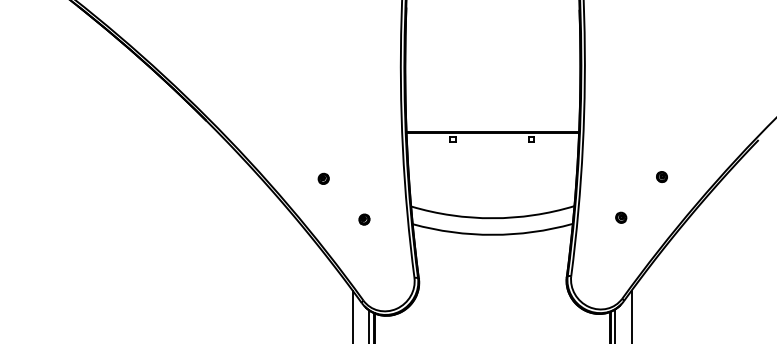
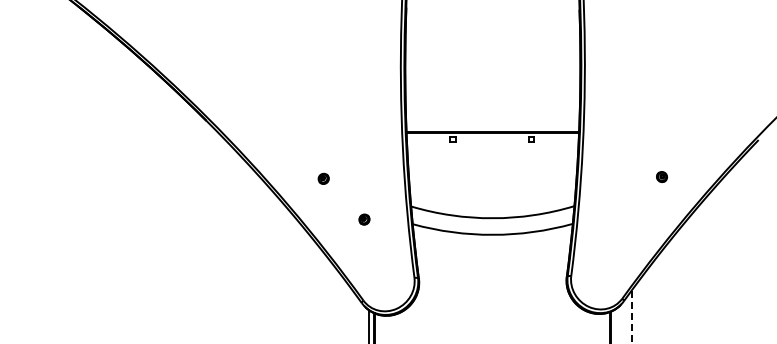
part at (621, 217): present -> none
line at (352, 315): present -> none
line at (631, 317): solid -> dashed
line at (615, 324): present -> none
